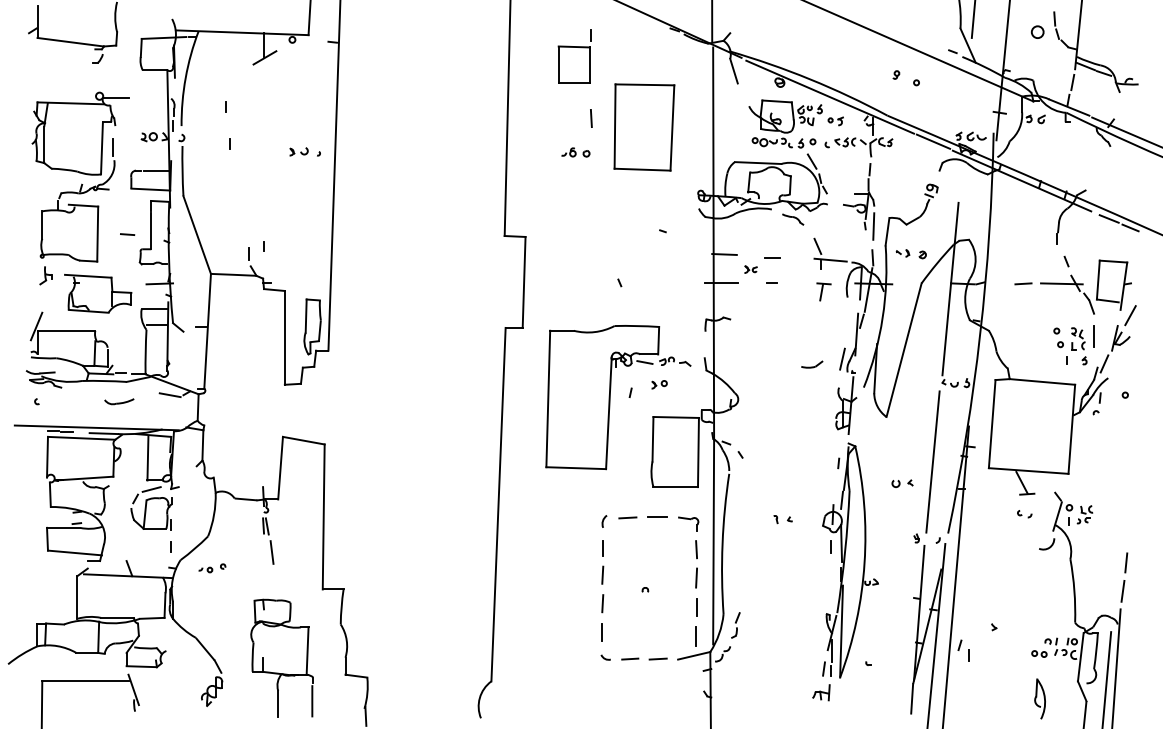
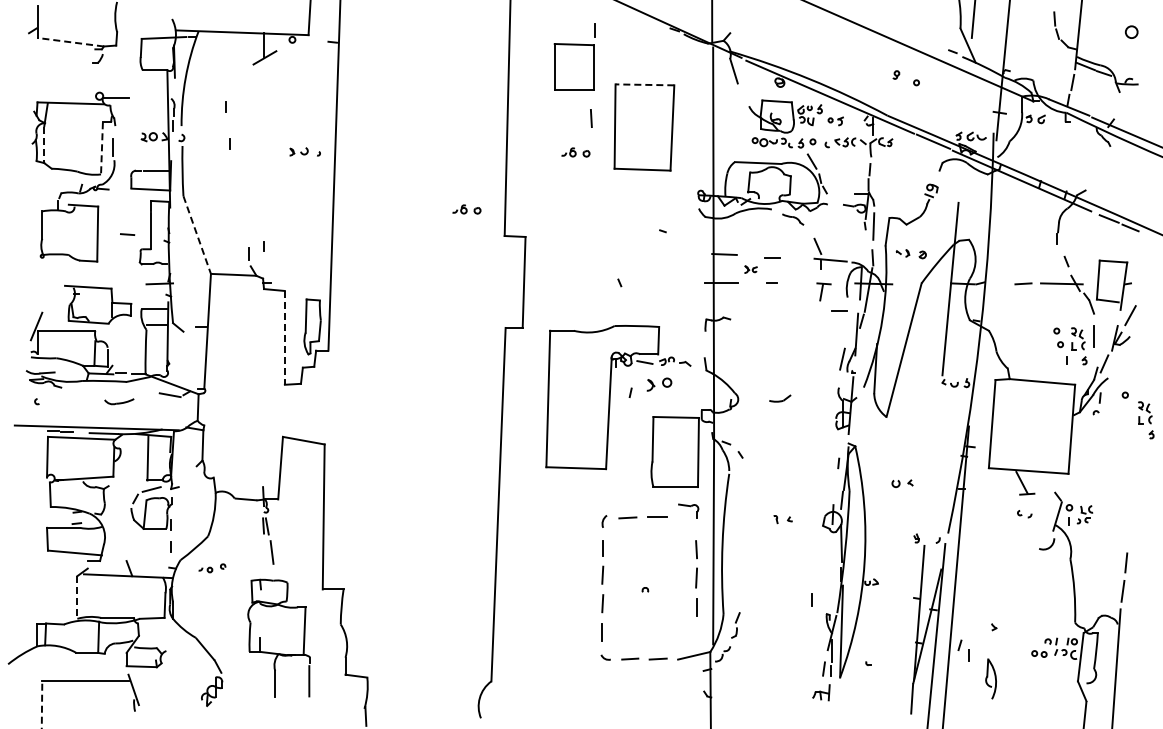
circle at (1037, 31) position: (1037, 31) -> (1131, 31)
line at (70, 42): solid -> dashed
part at (574, 56) size: 35x55 px -> 43x68 px
line at (644, 84): solid -> dashed
line at (44, 145): solid -> dashed
line at (101, 148): solid -> dashed
part at (466, 209): none -> present
line at (197, 235): solid -> dashed
part at (45, 275): present -> none
part at (98, 293) position: (98, 293) -> (98, 304)
line at (839, 310): none -> present
line at (284, 337): solid -> dashed
part at (812, 364) position: (812, 364) -> (780, 398)
part at (659, 384) size: 17x10 px -> 27x15 px
part at (1146, 420): none -> present
line at (932, 461): present -> none
part at (688, 523) position: (688, 523) -> (688, 510)
line at (830, 546) position: (830, 546) -> (811, 599)
line at (77, 598): solid -> dashed
line at (695, 636): present -> none
part at (281, 657) position: (281, 657) -> (278, 637)
line at (1106, 678): present -> none
part at (1039, 698) position: (1039, 698) -> (990, 678)
line at (42, 704): solid -> dashed
